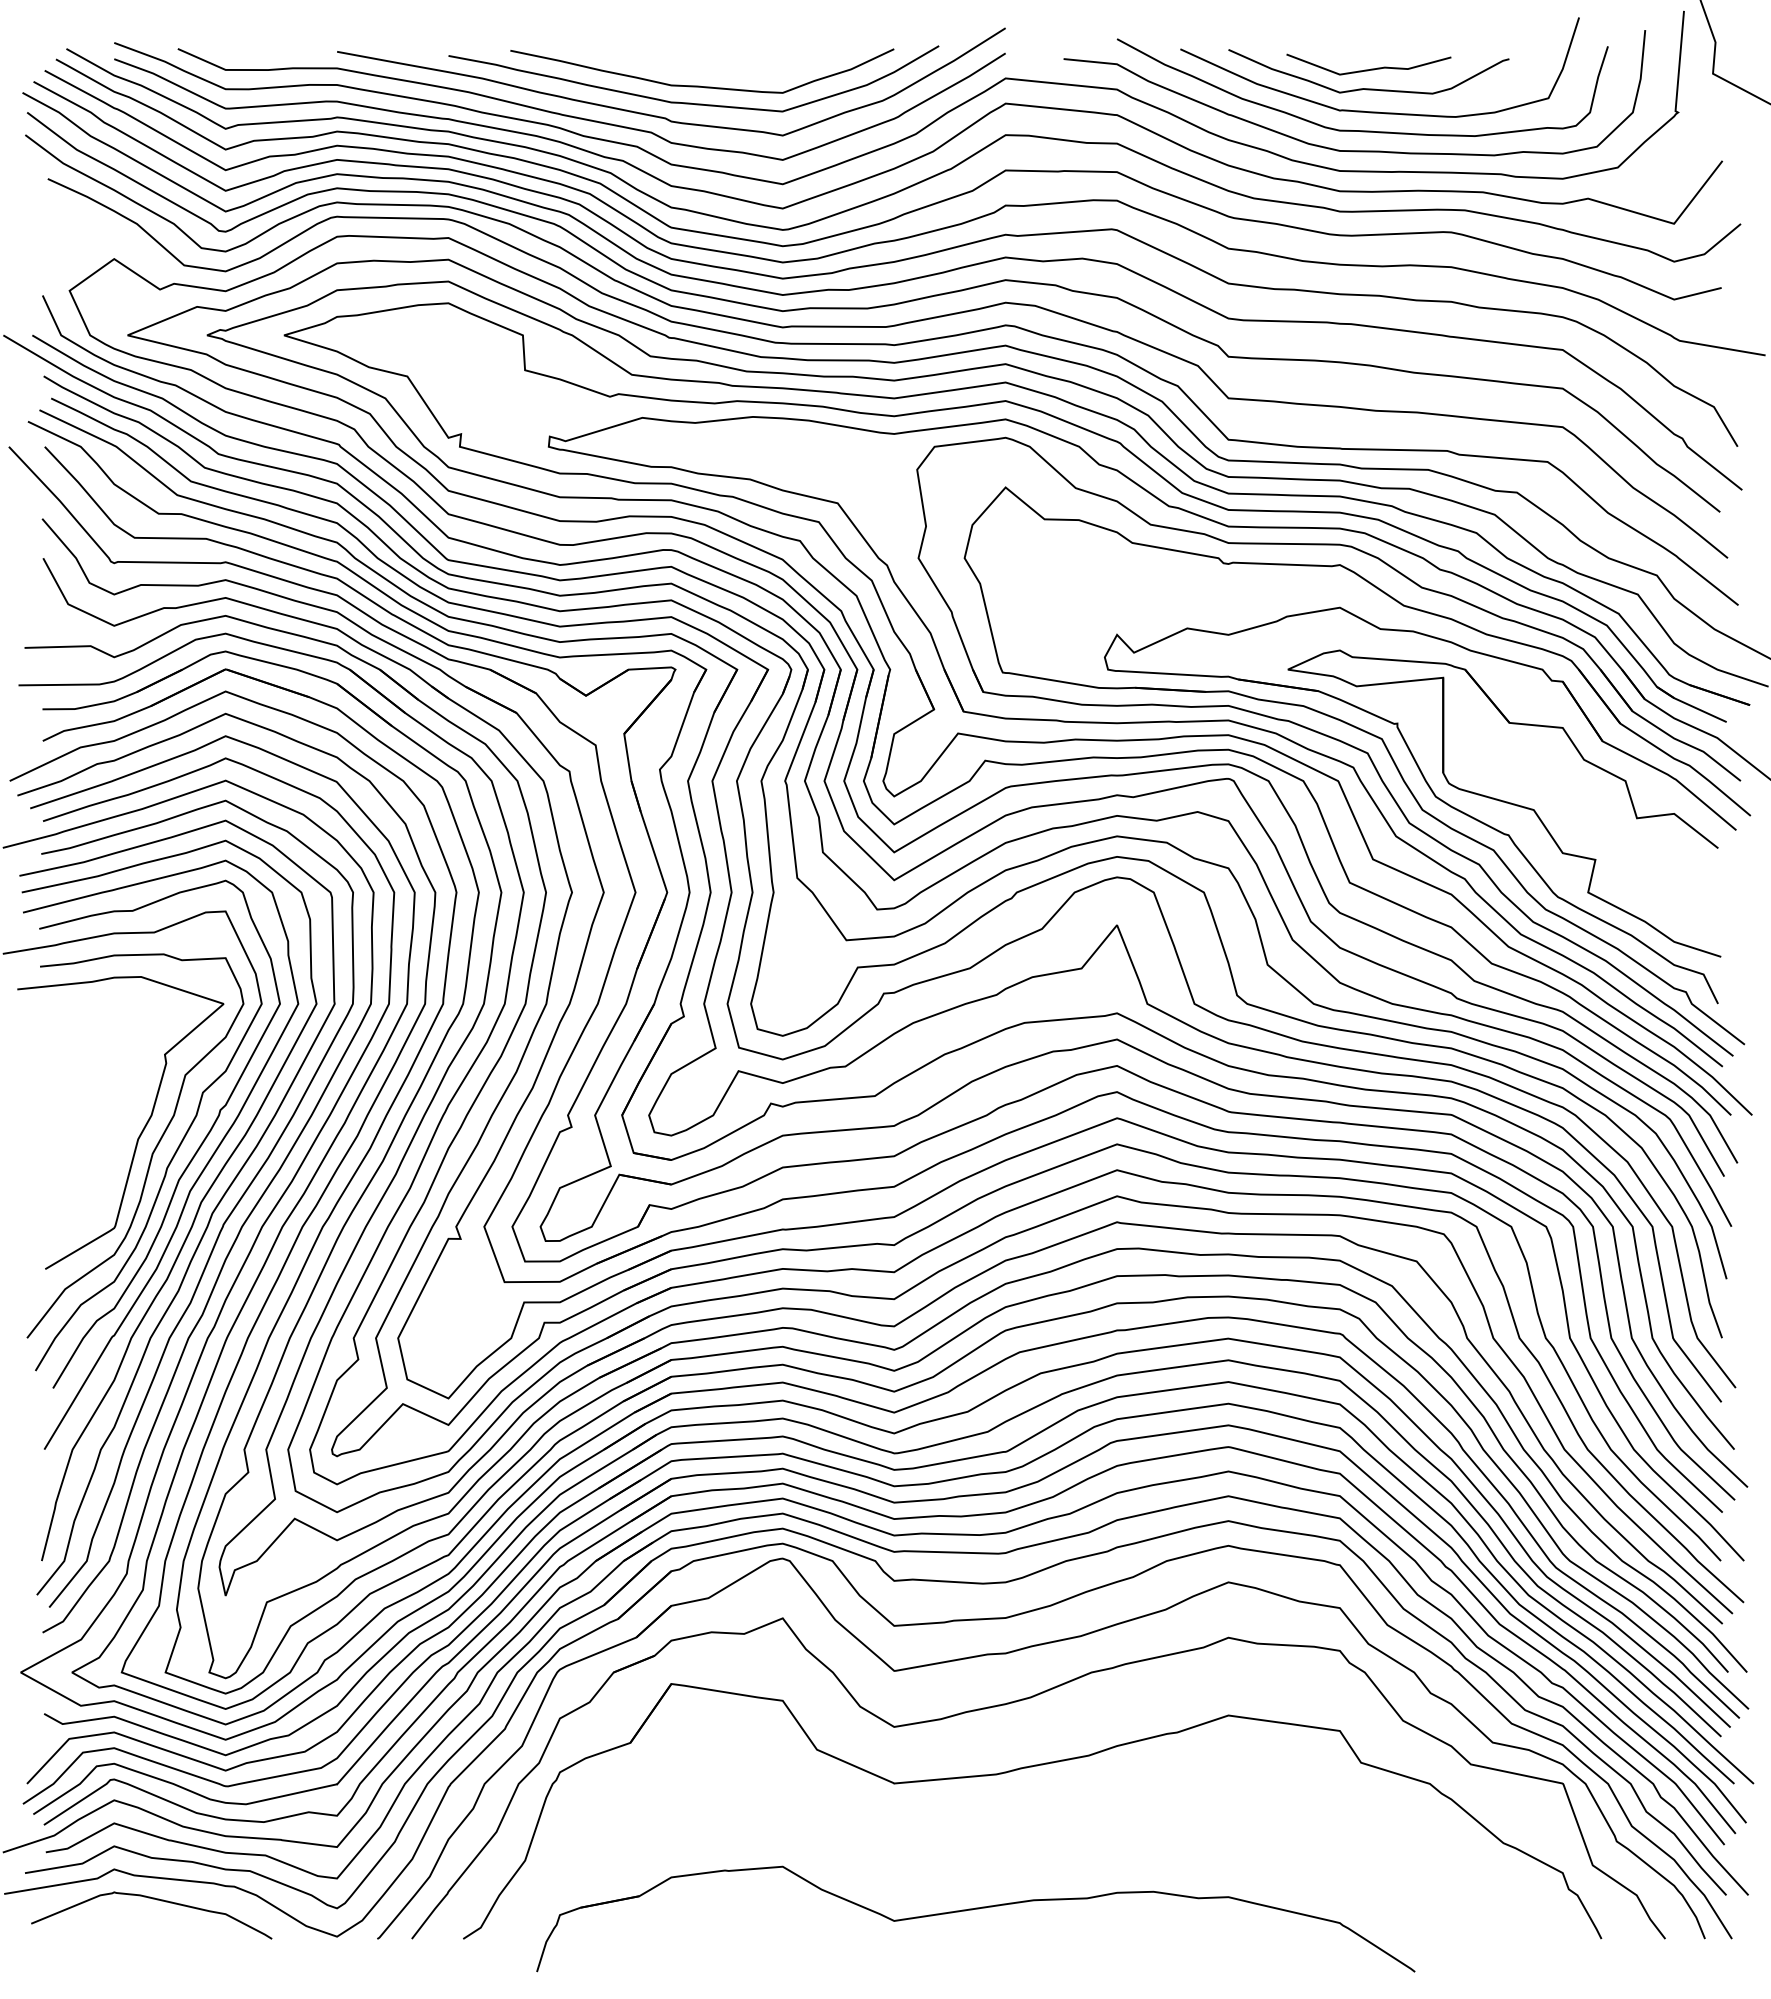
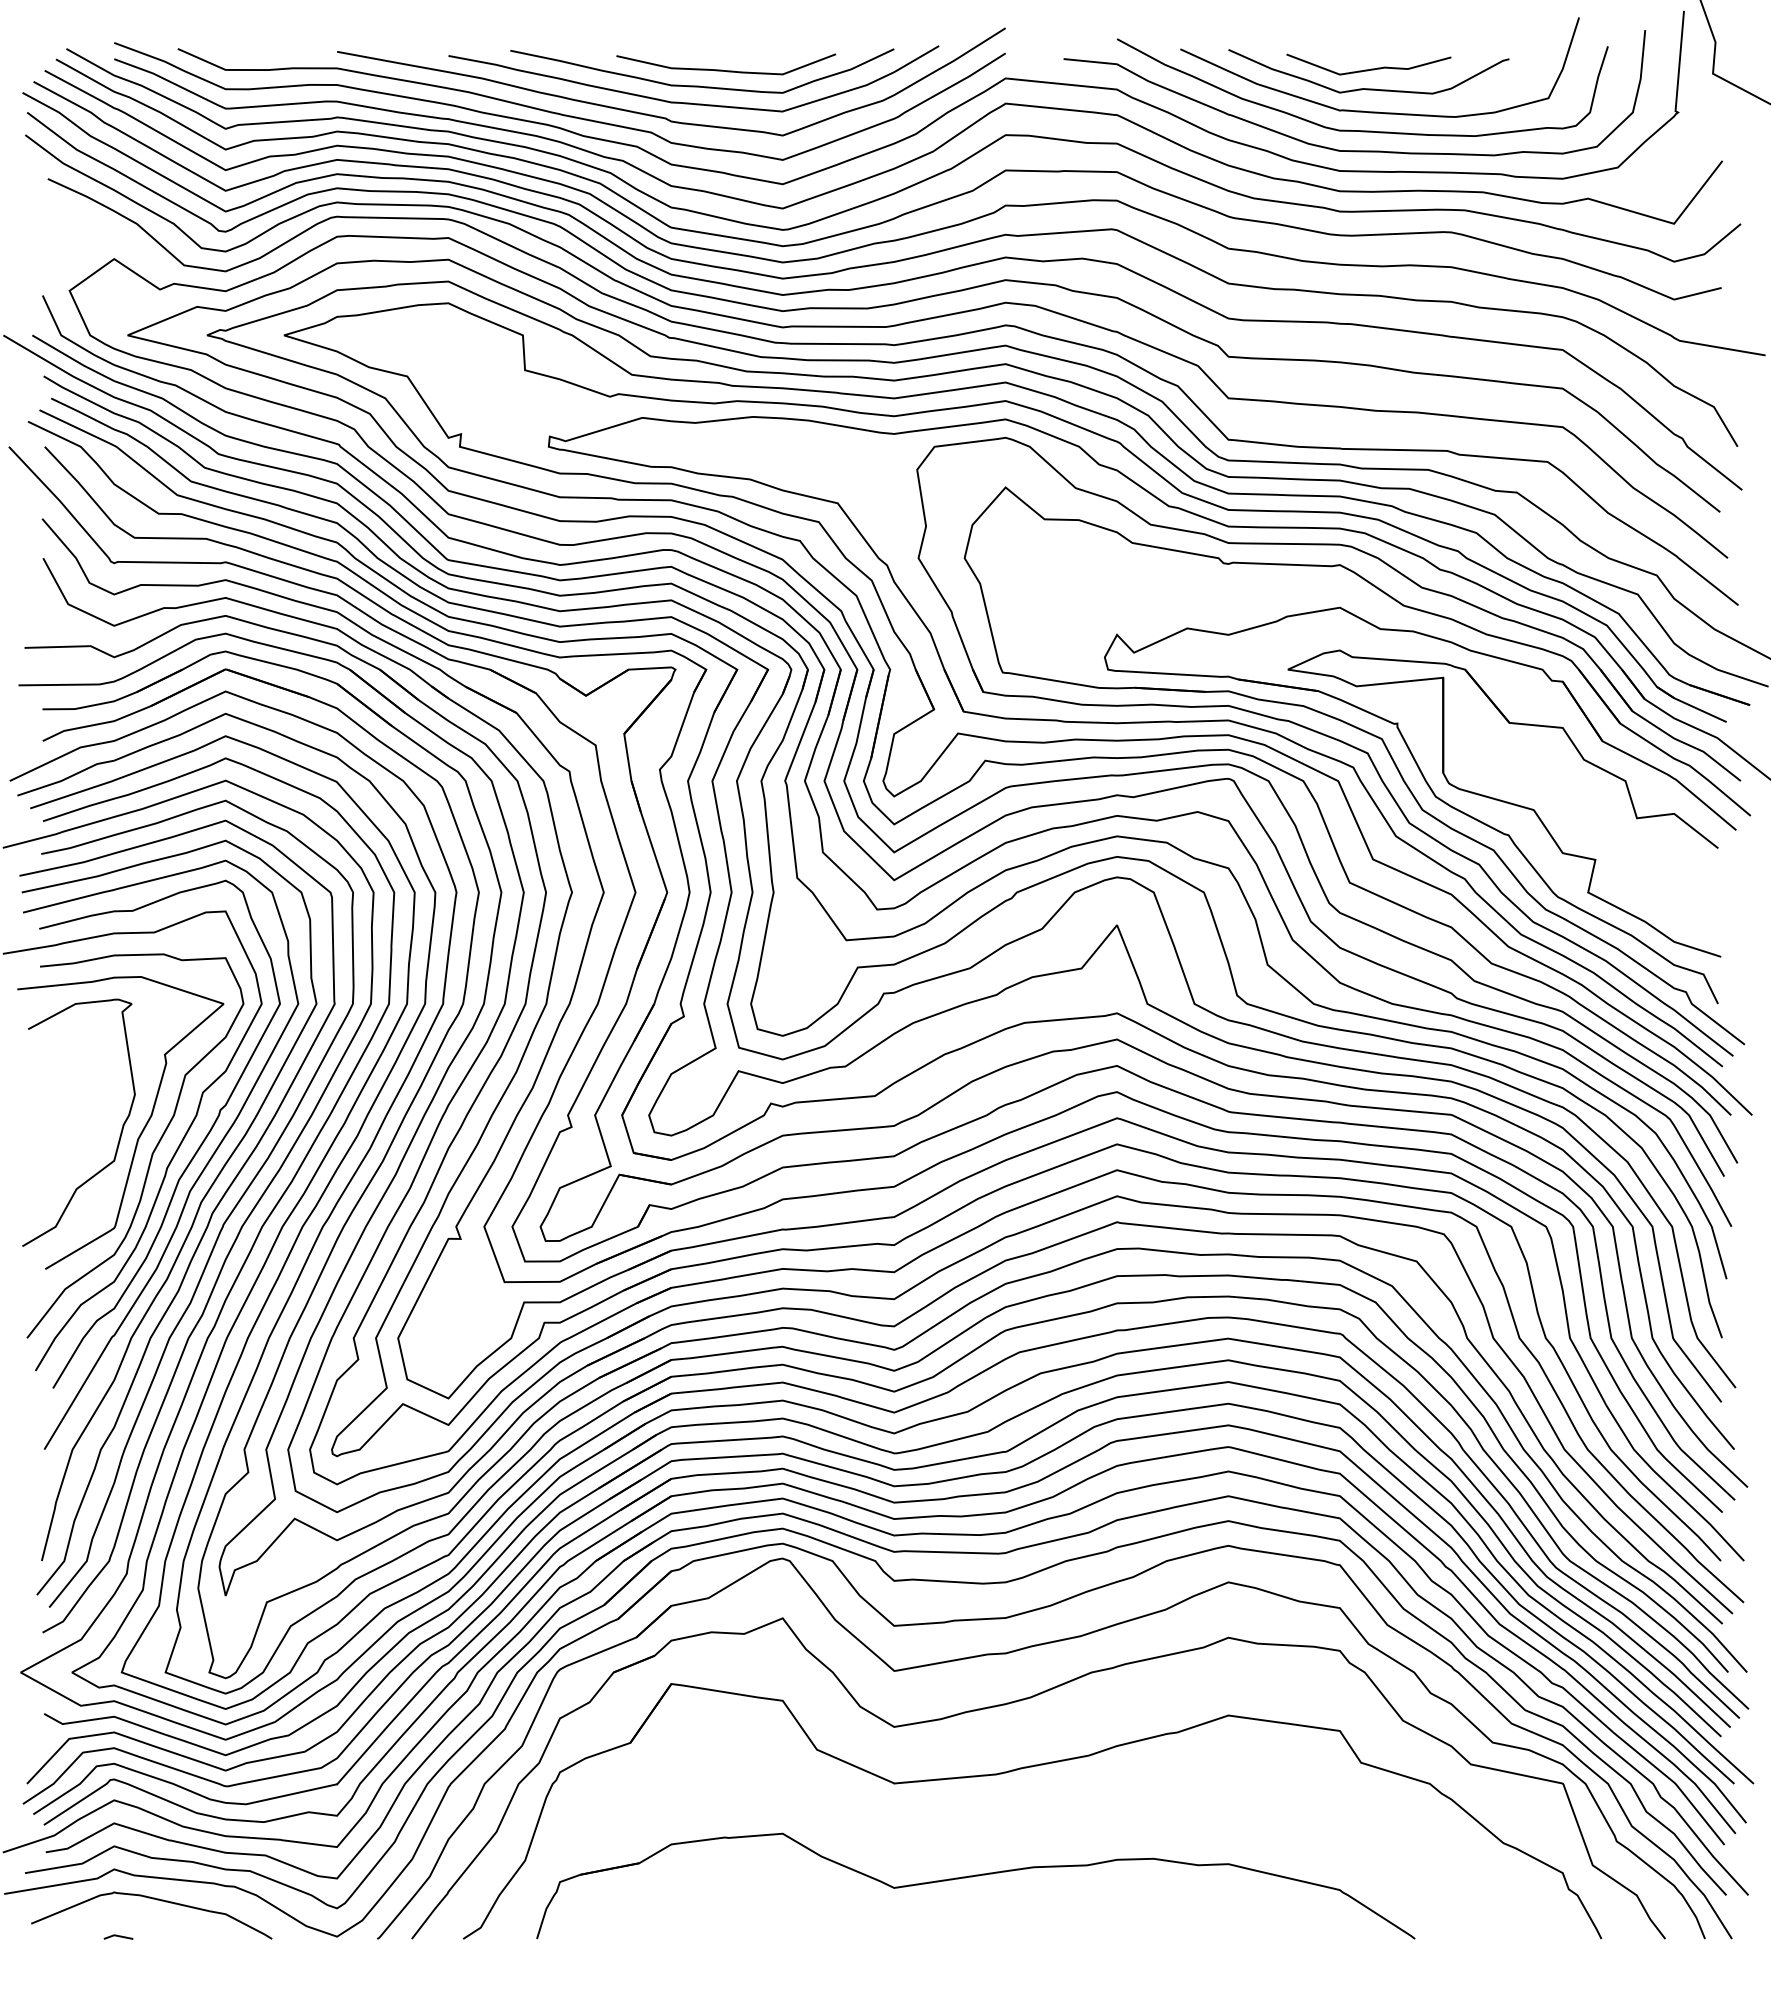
curve at (722, 69): none -> present
curve at (120, 1132): none -> present
part at (972, 1910) position: (972, 1910) -> (972, 1877)
line at (118, 1936): none -> present
